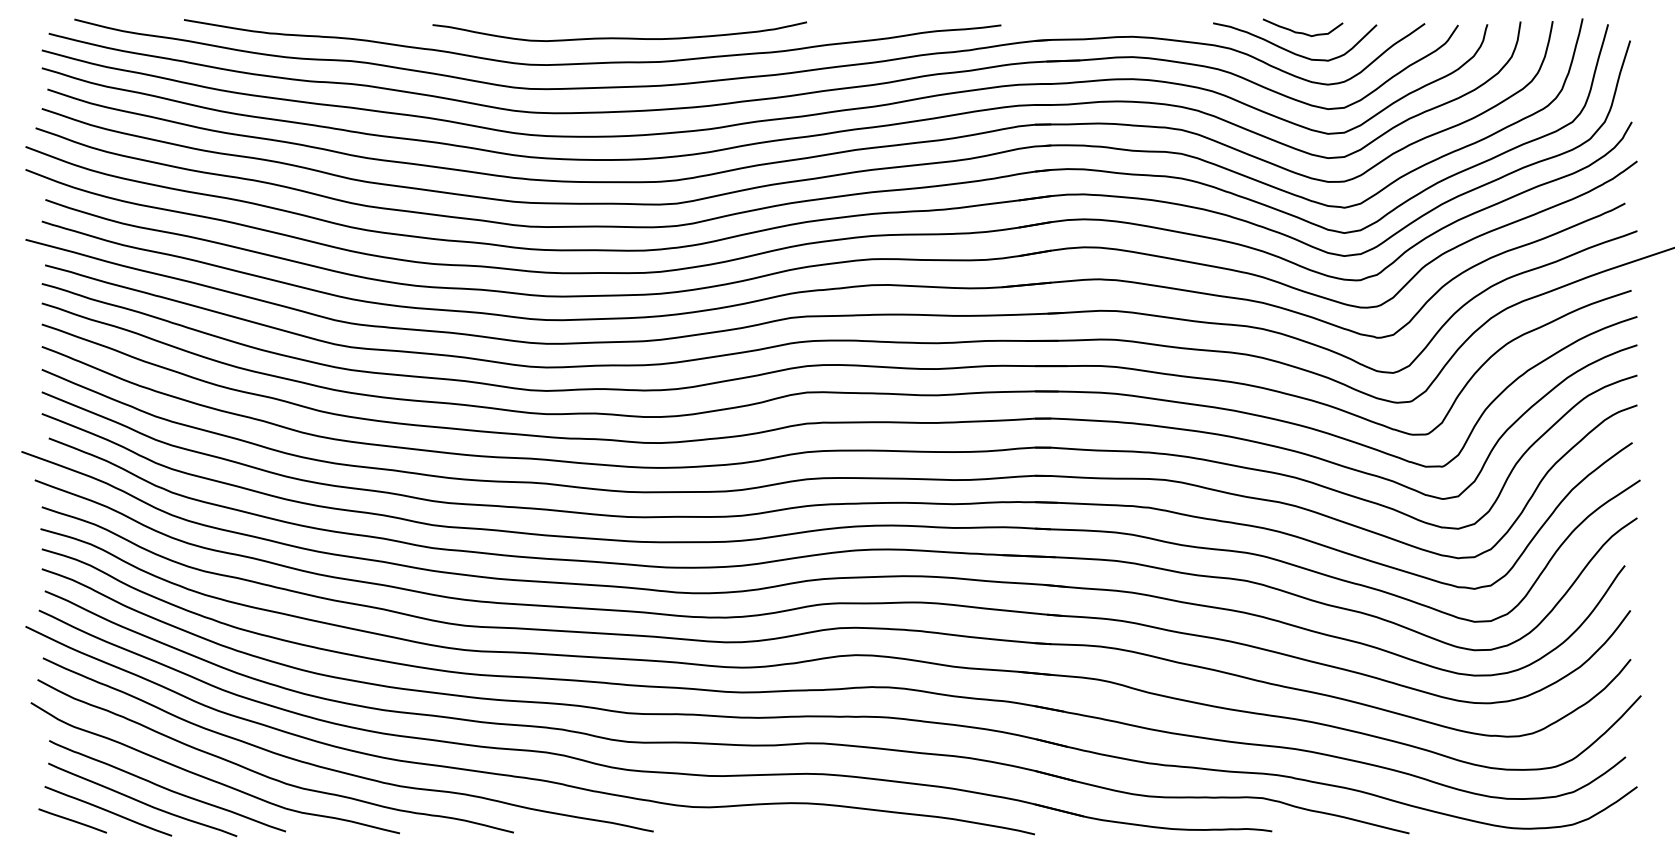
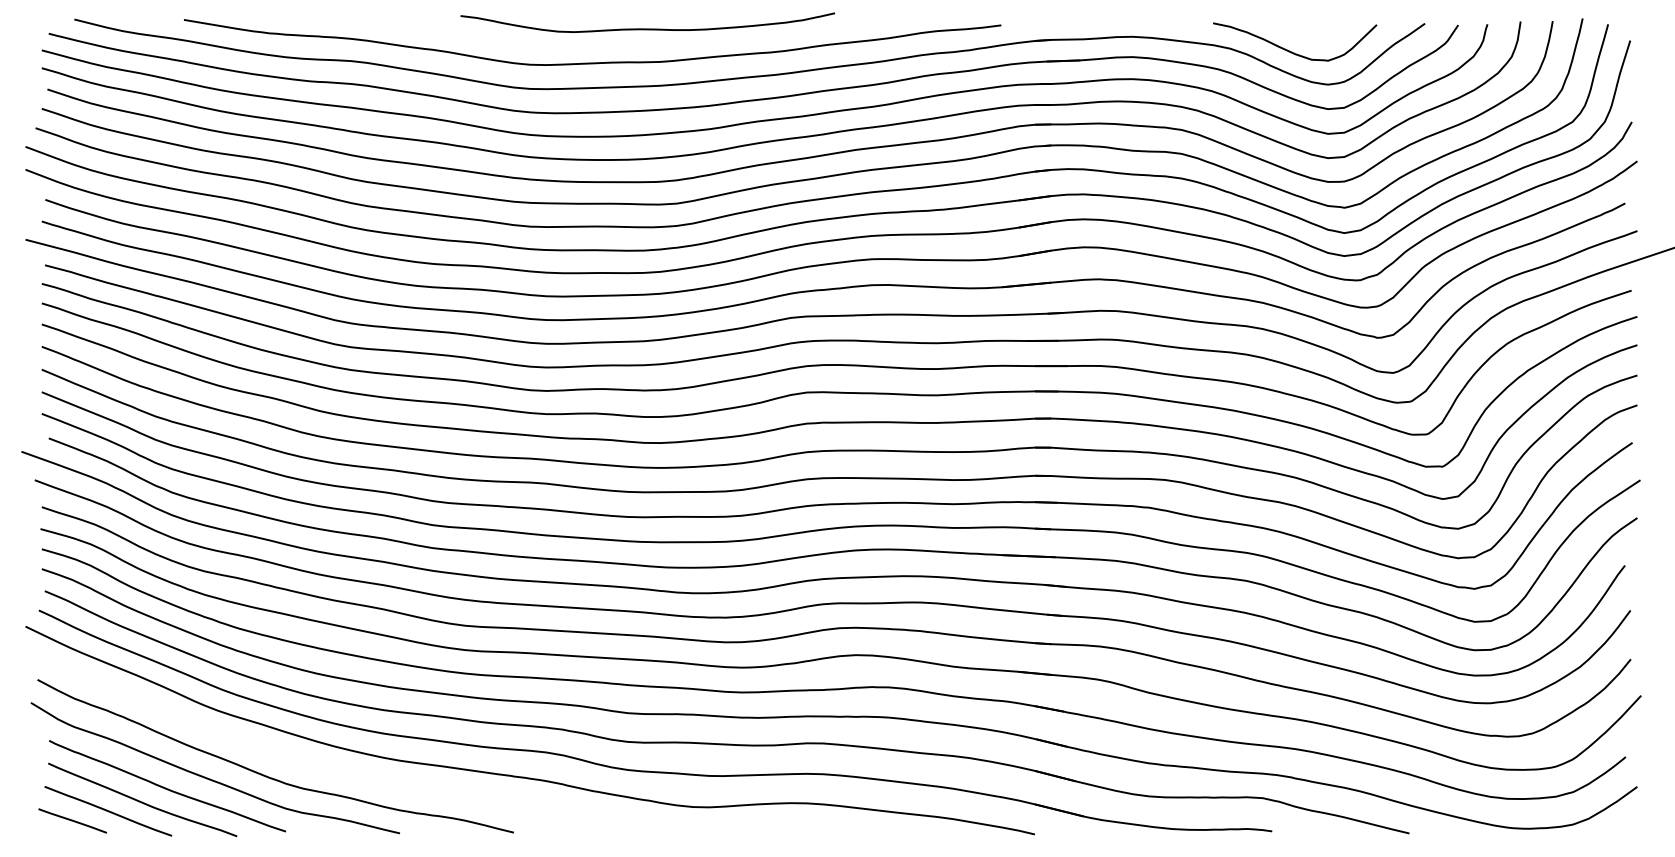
curve at (1302, 32): present -> none
curve at (619, 37) position: (619, 37) -> (647, 28)
curve at (339, 770): present -> none
